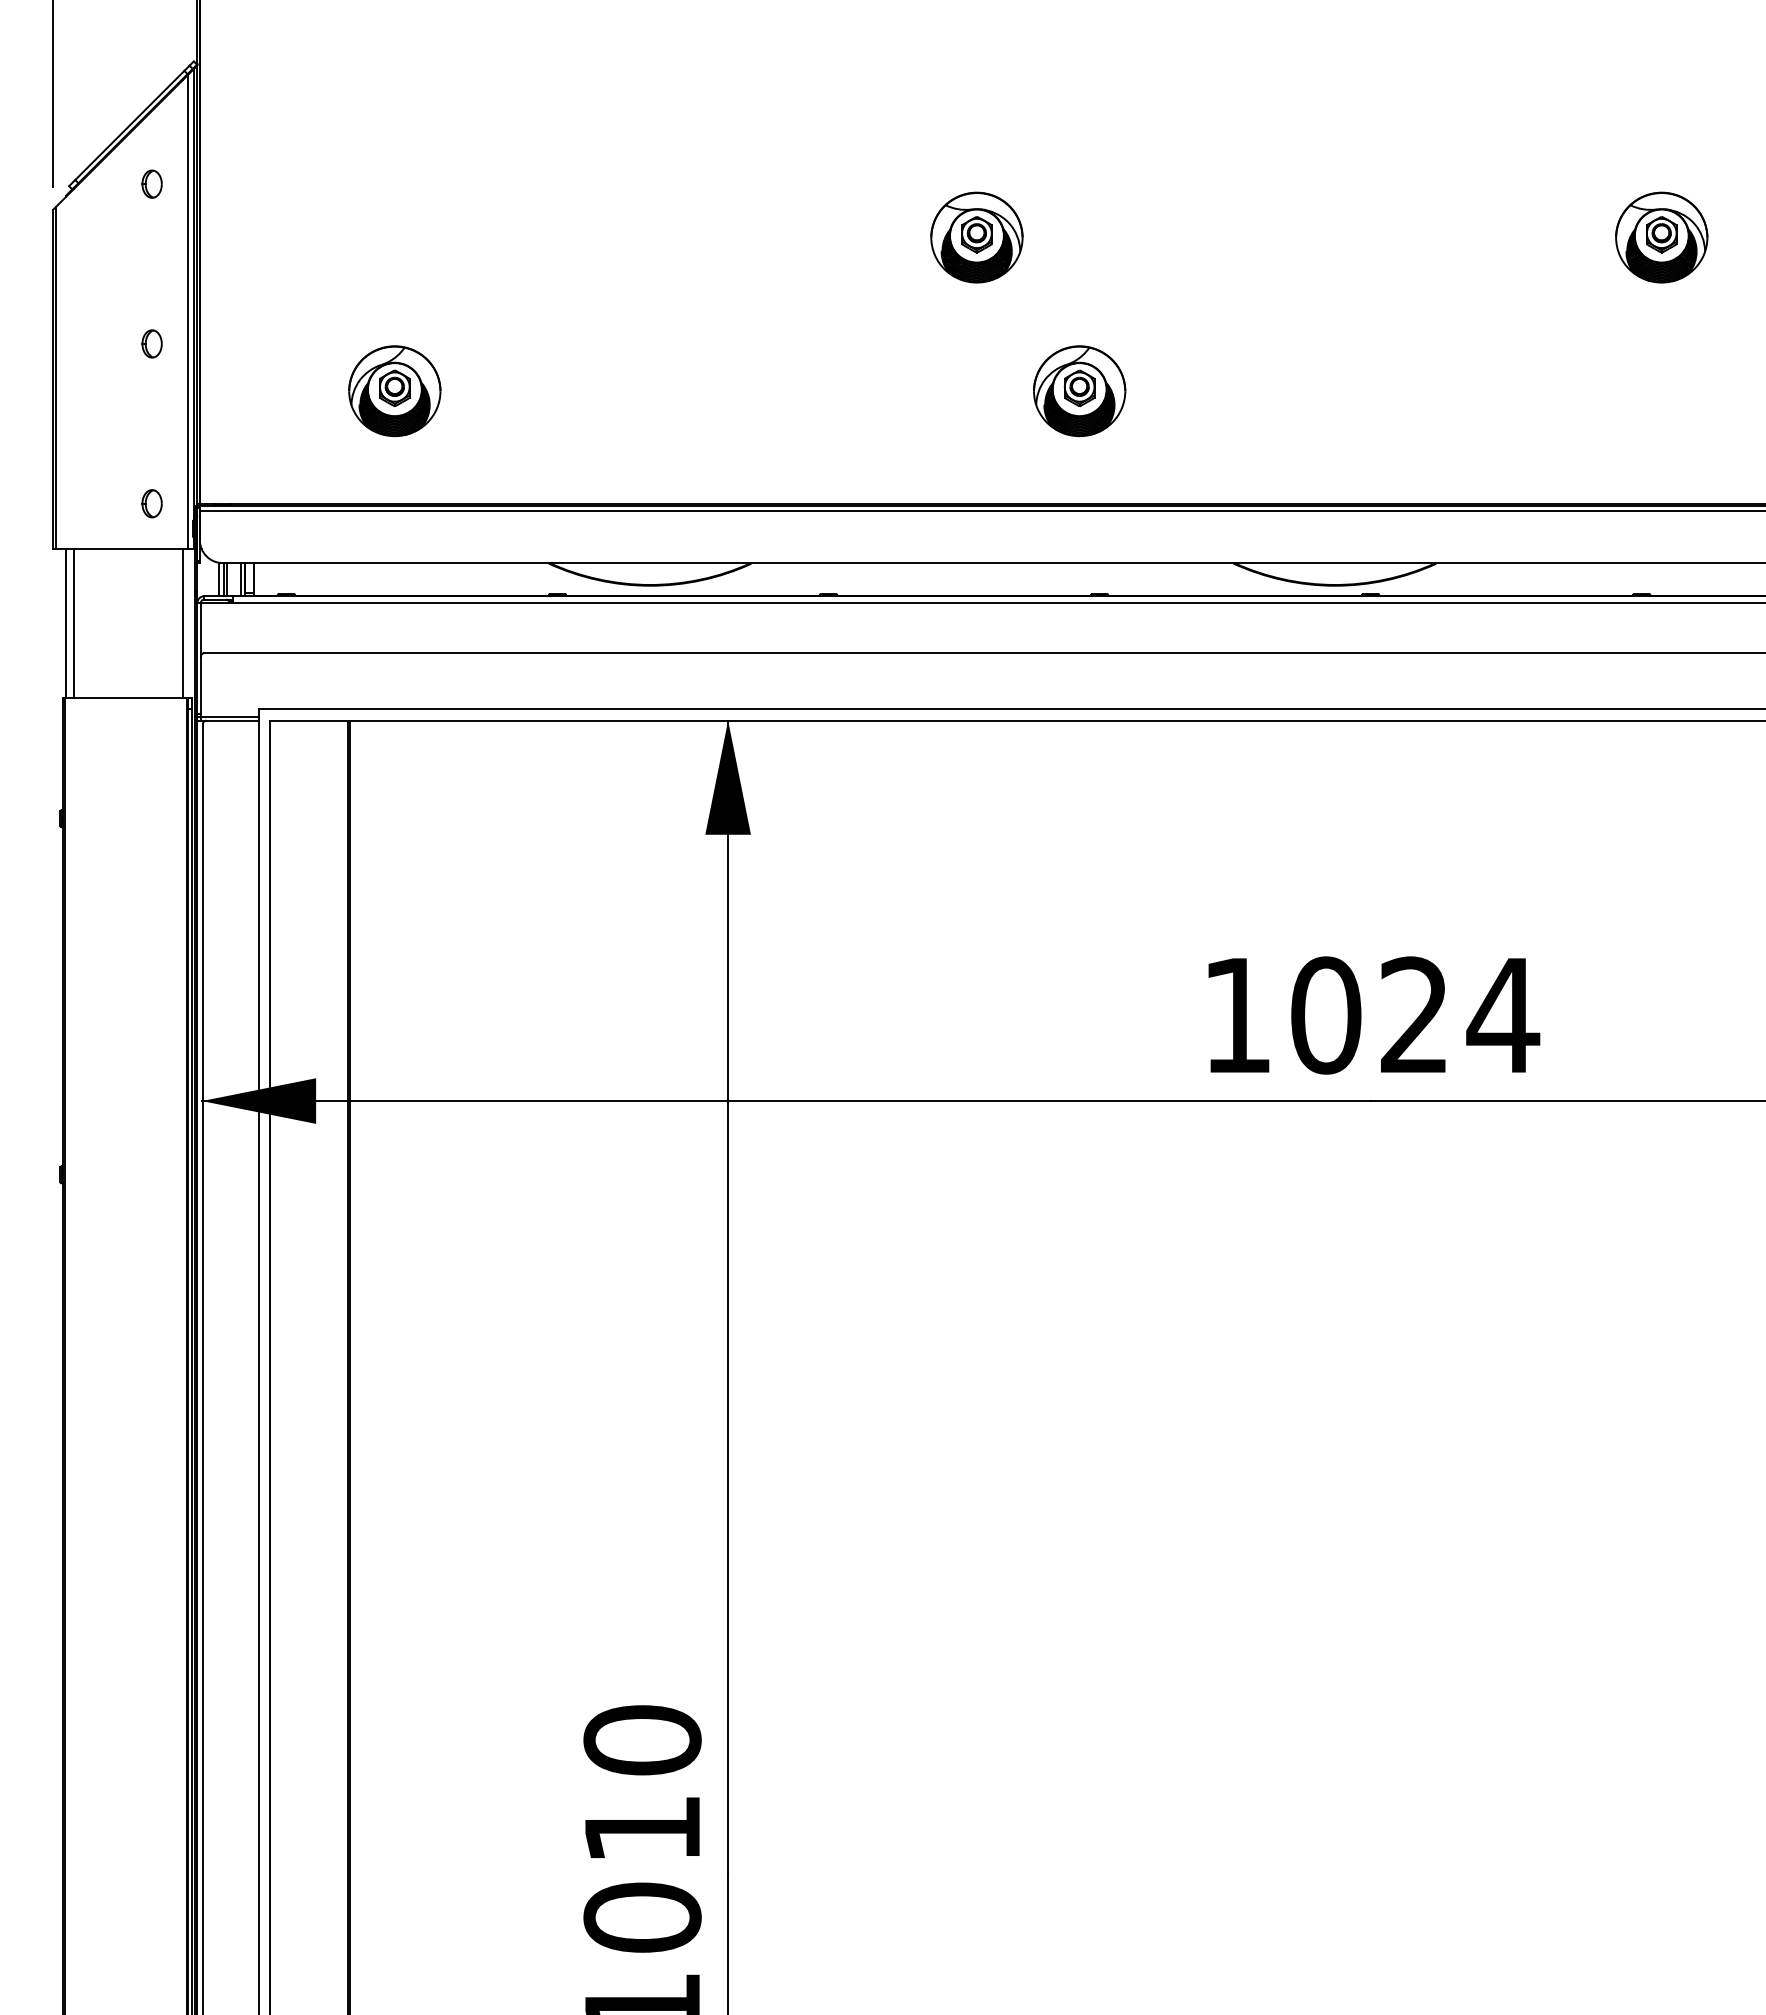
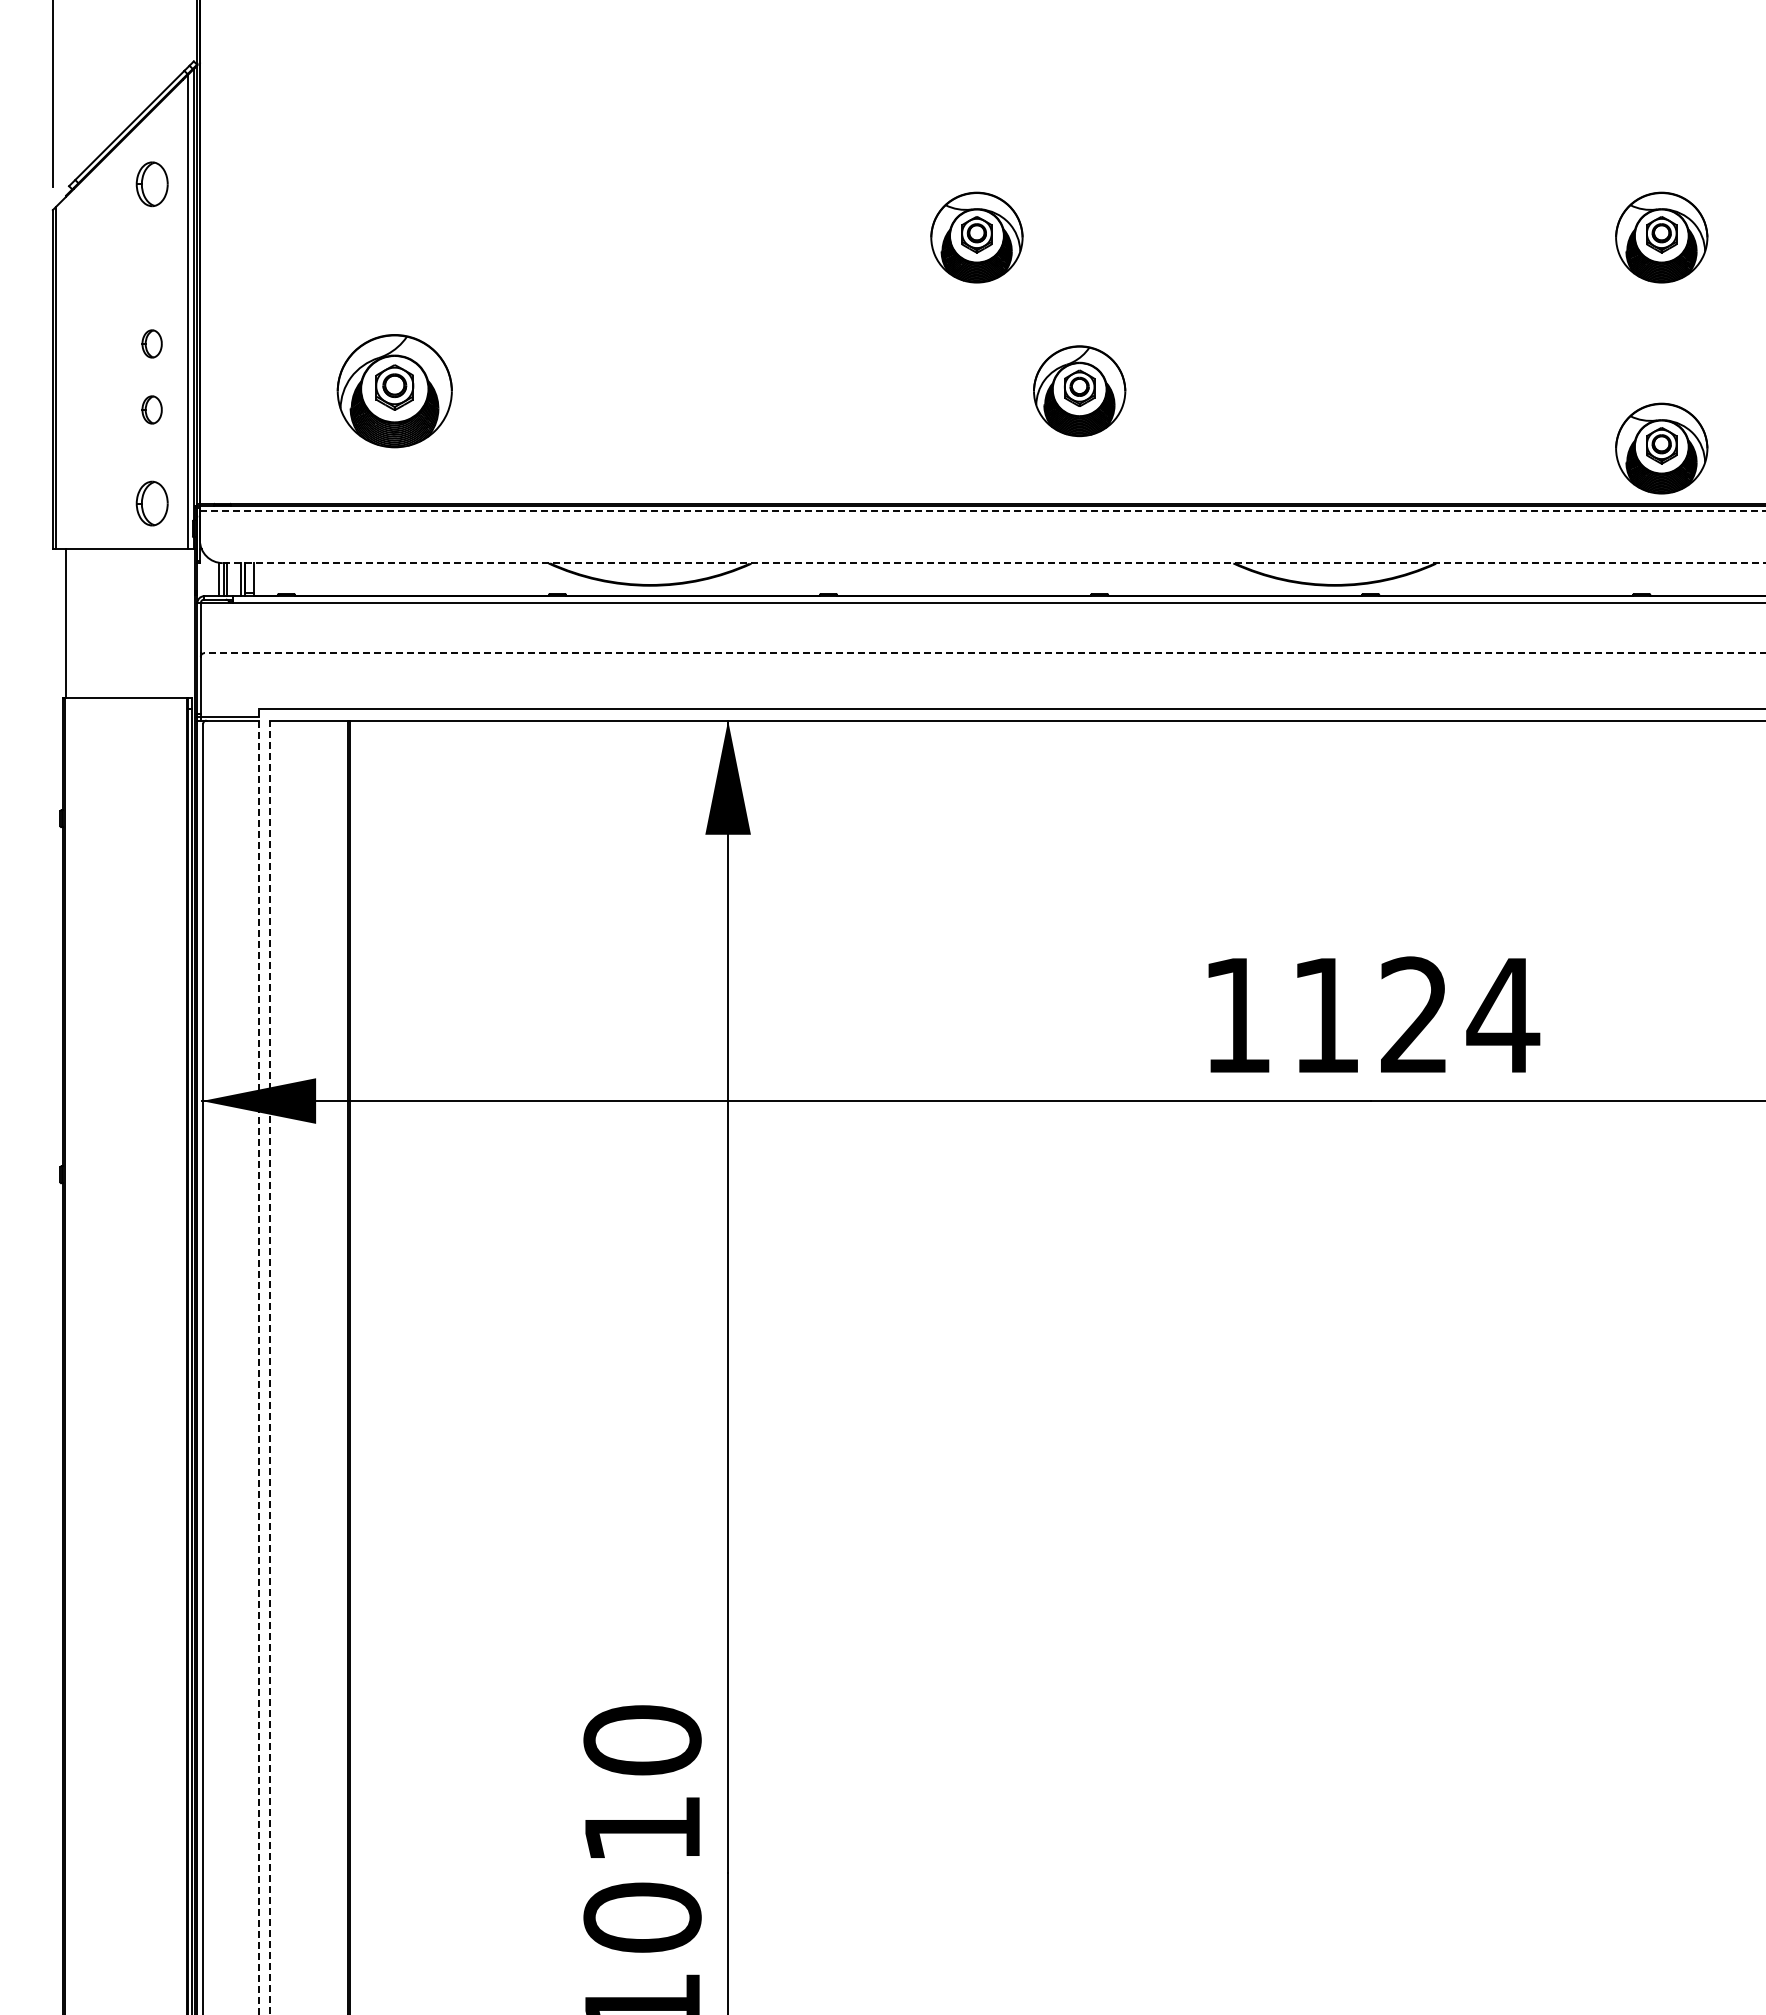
part at (151, 183) size: 22x30 px -> 34x47 px
part at (394, 391) size: 94x93 px -> 117x115 px
part at (151, 409): none -> present
part at (1661, 448): none -> present
part at (151, 503) size: 22x30 px -> 34x47 px
line at (982, 510): solid -> dashed
line at (994, 563): solid -> dashed
line at (73, 623): present -> none
line at (182, 623): present -> none
line at (984, 653): solid -> dashed
text at (1326, 1015): 1024 -> 1124
line at (259, 1362): solid -> dashed
line at (270, 1367): solid -> dashed
